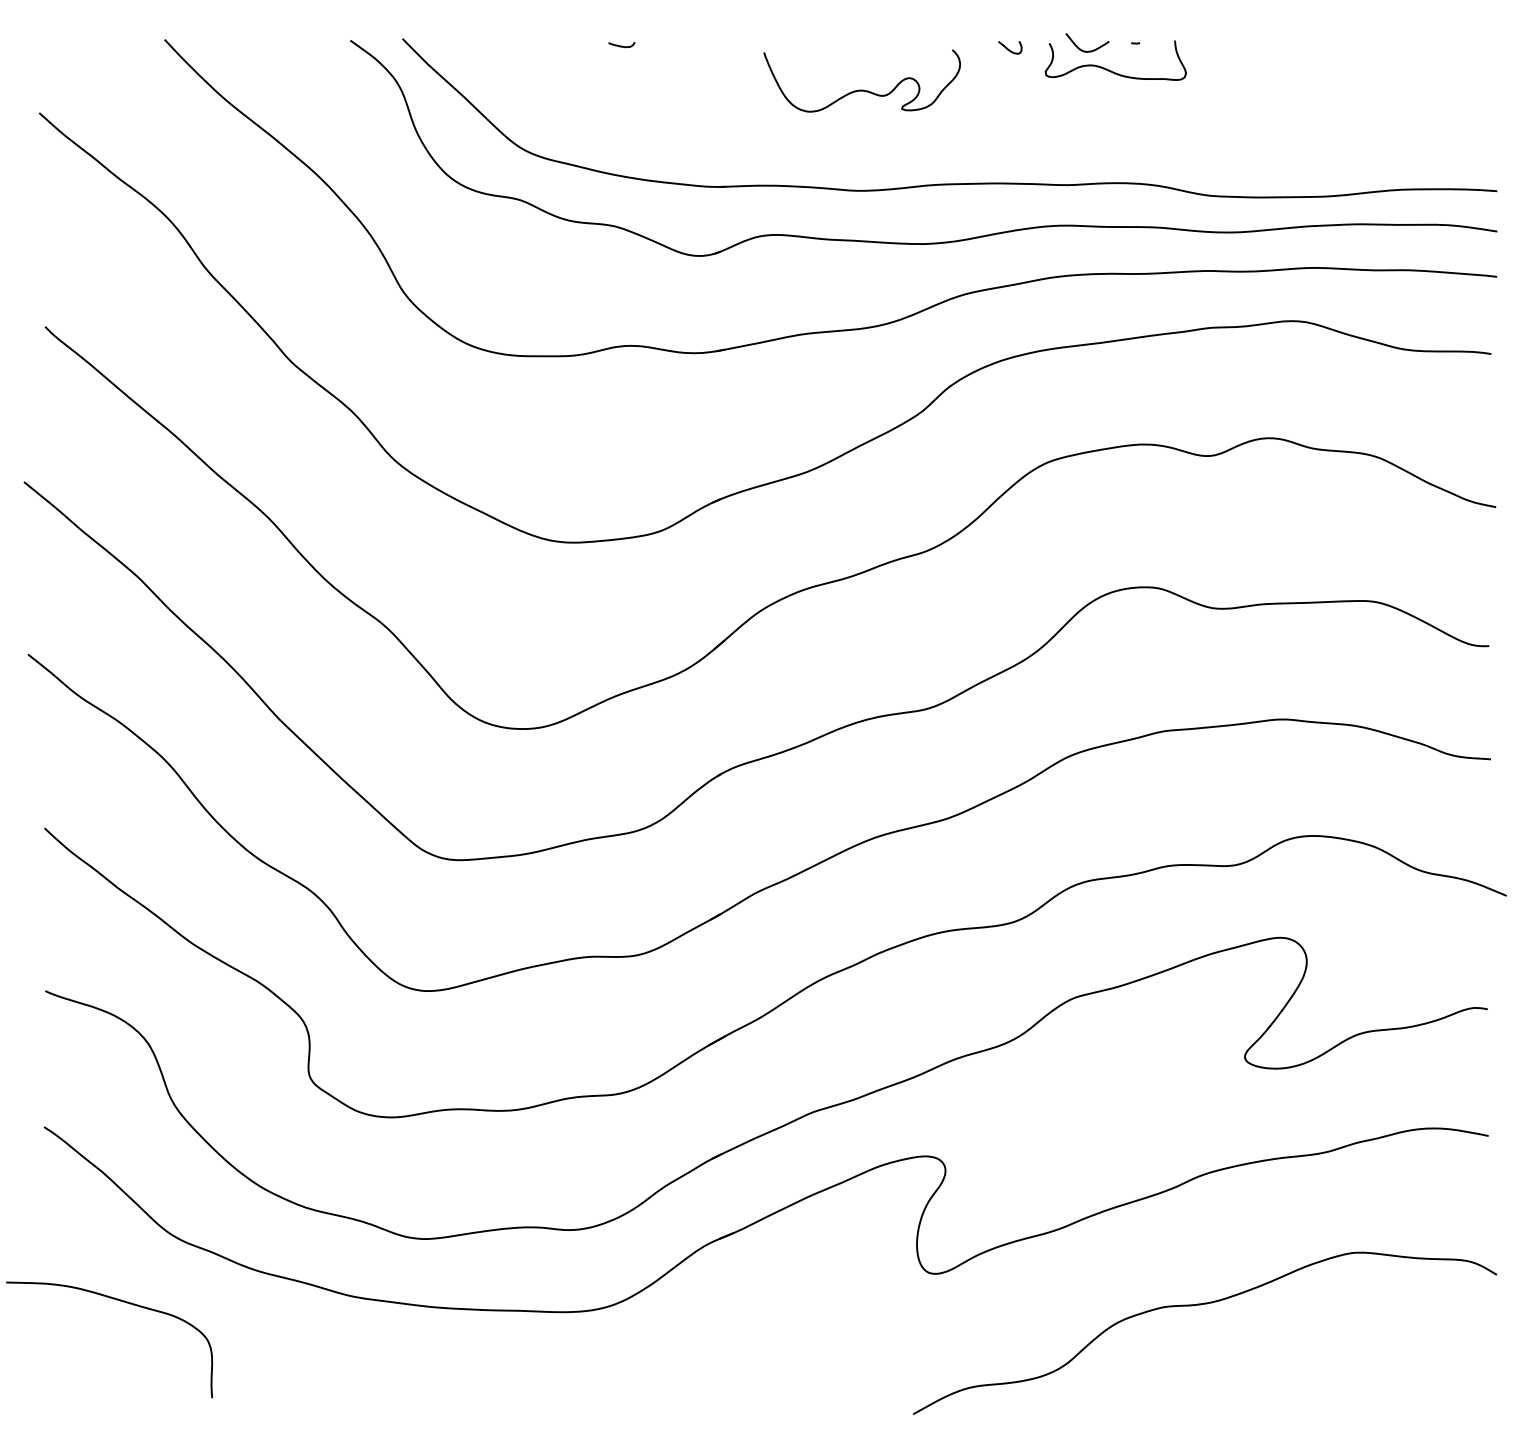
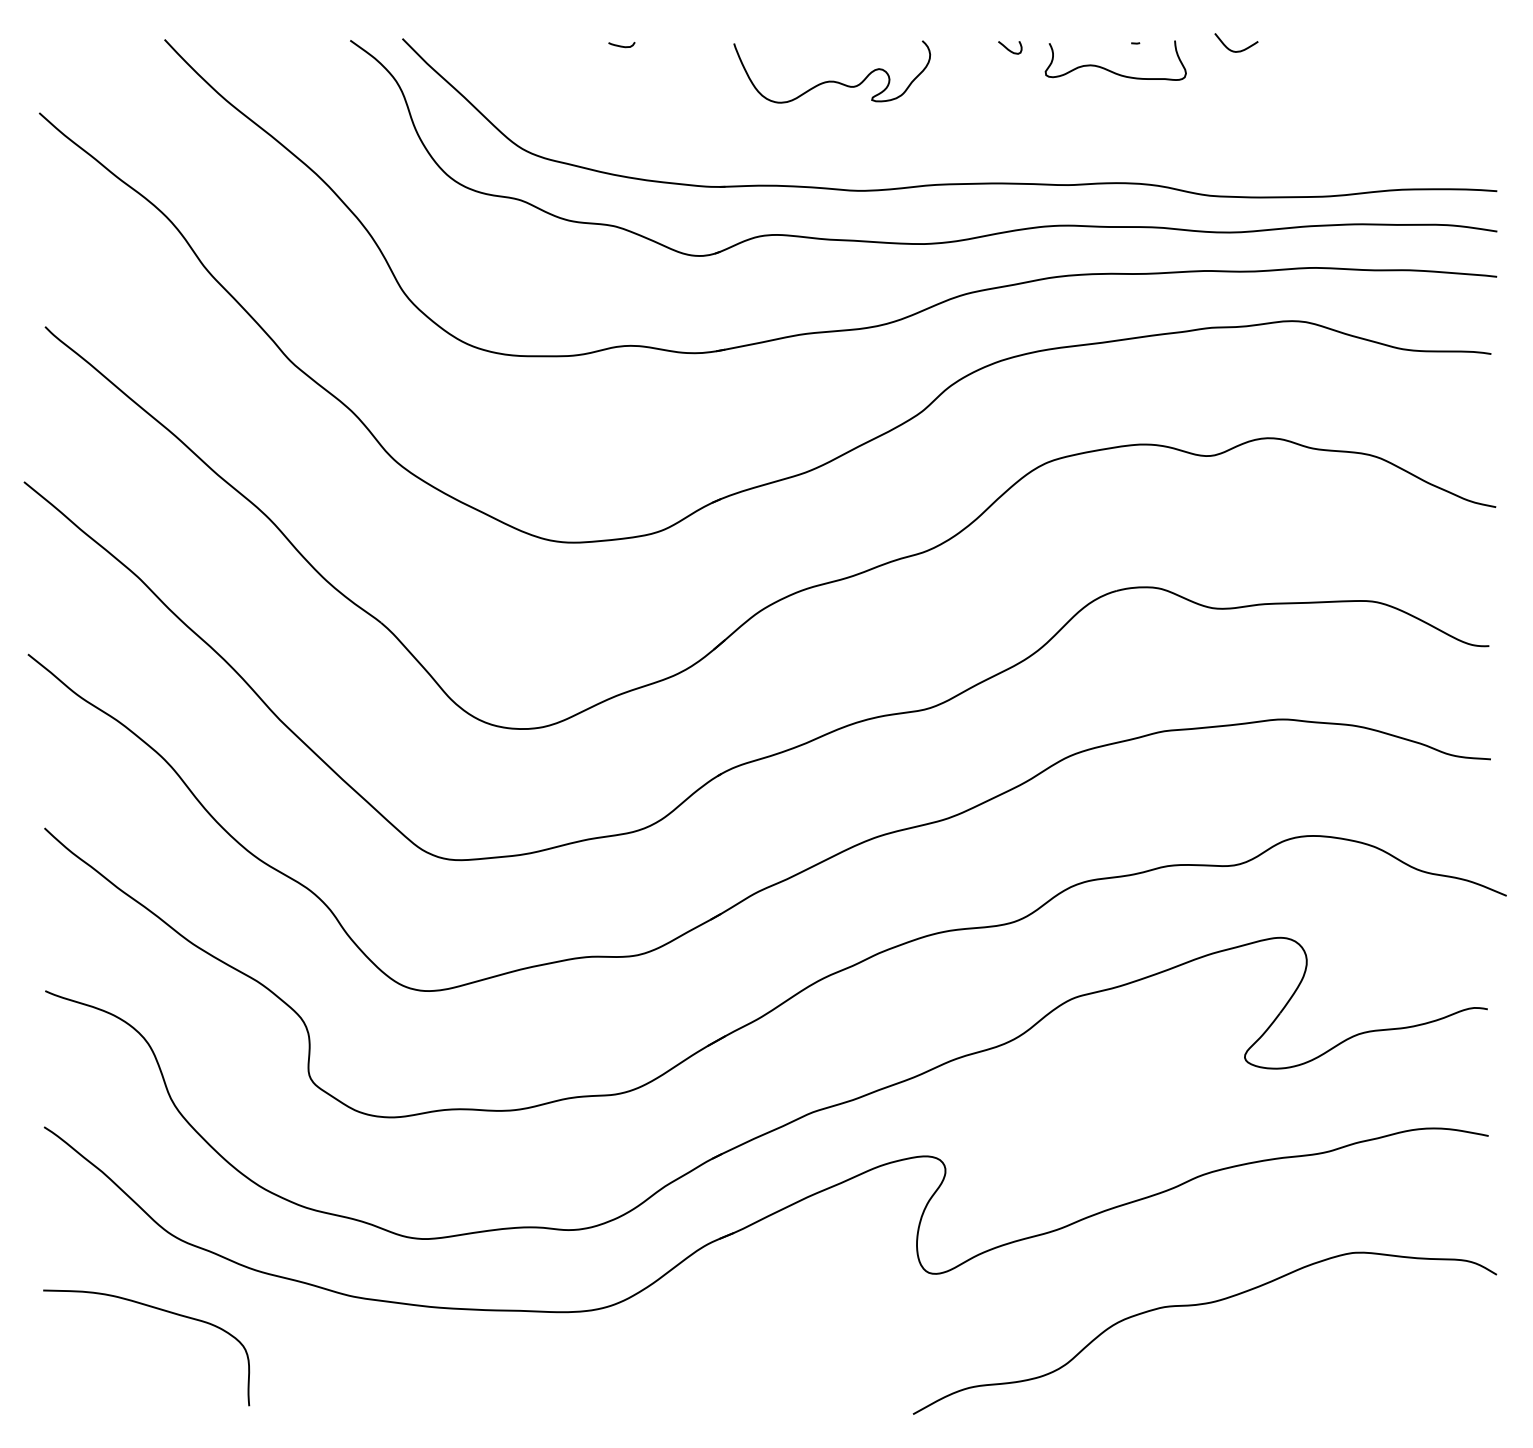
curve at (1088, 50) position: (1088, 50) -> (1237, 50)
curve at (862, 89) position: (862, 89) -> (832, 80)
curve at (119, 1301) position: (119, 1301) -> (156, 1309)
